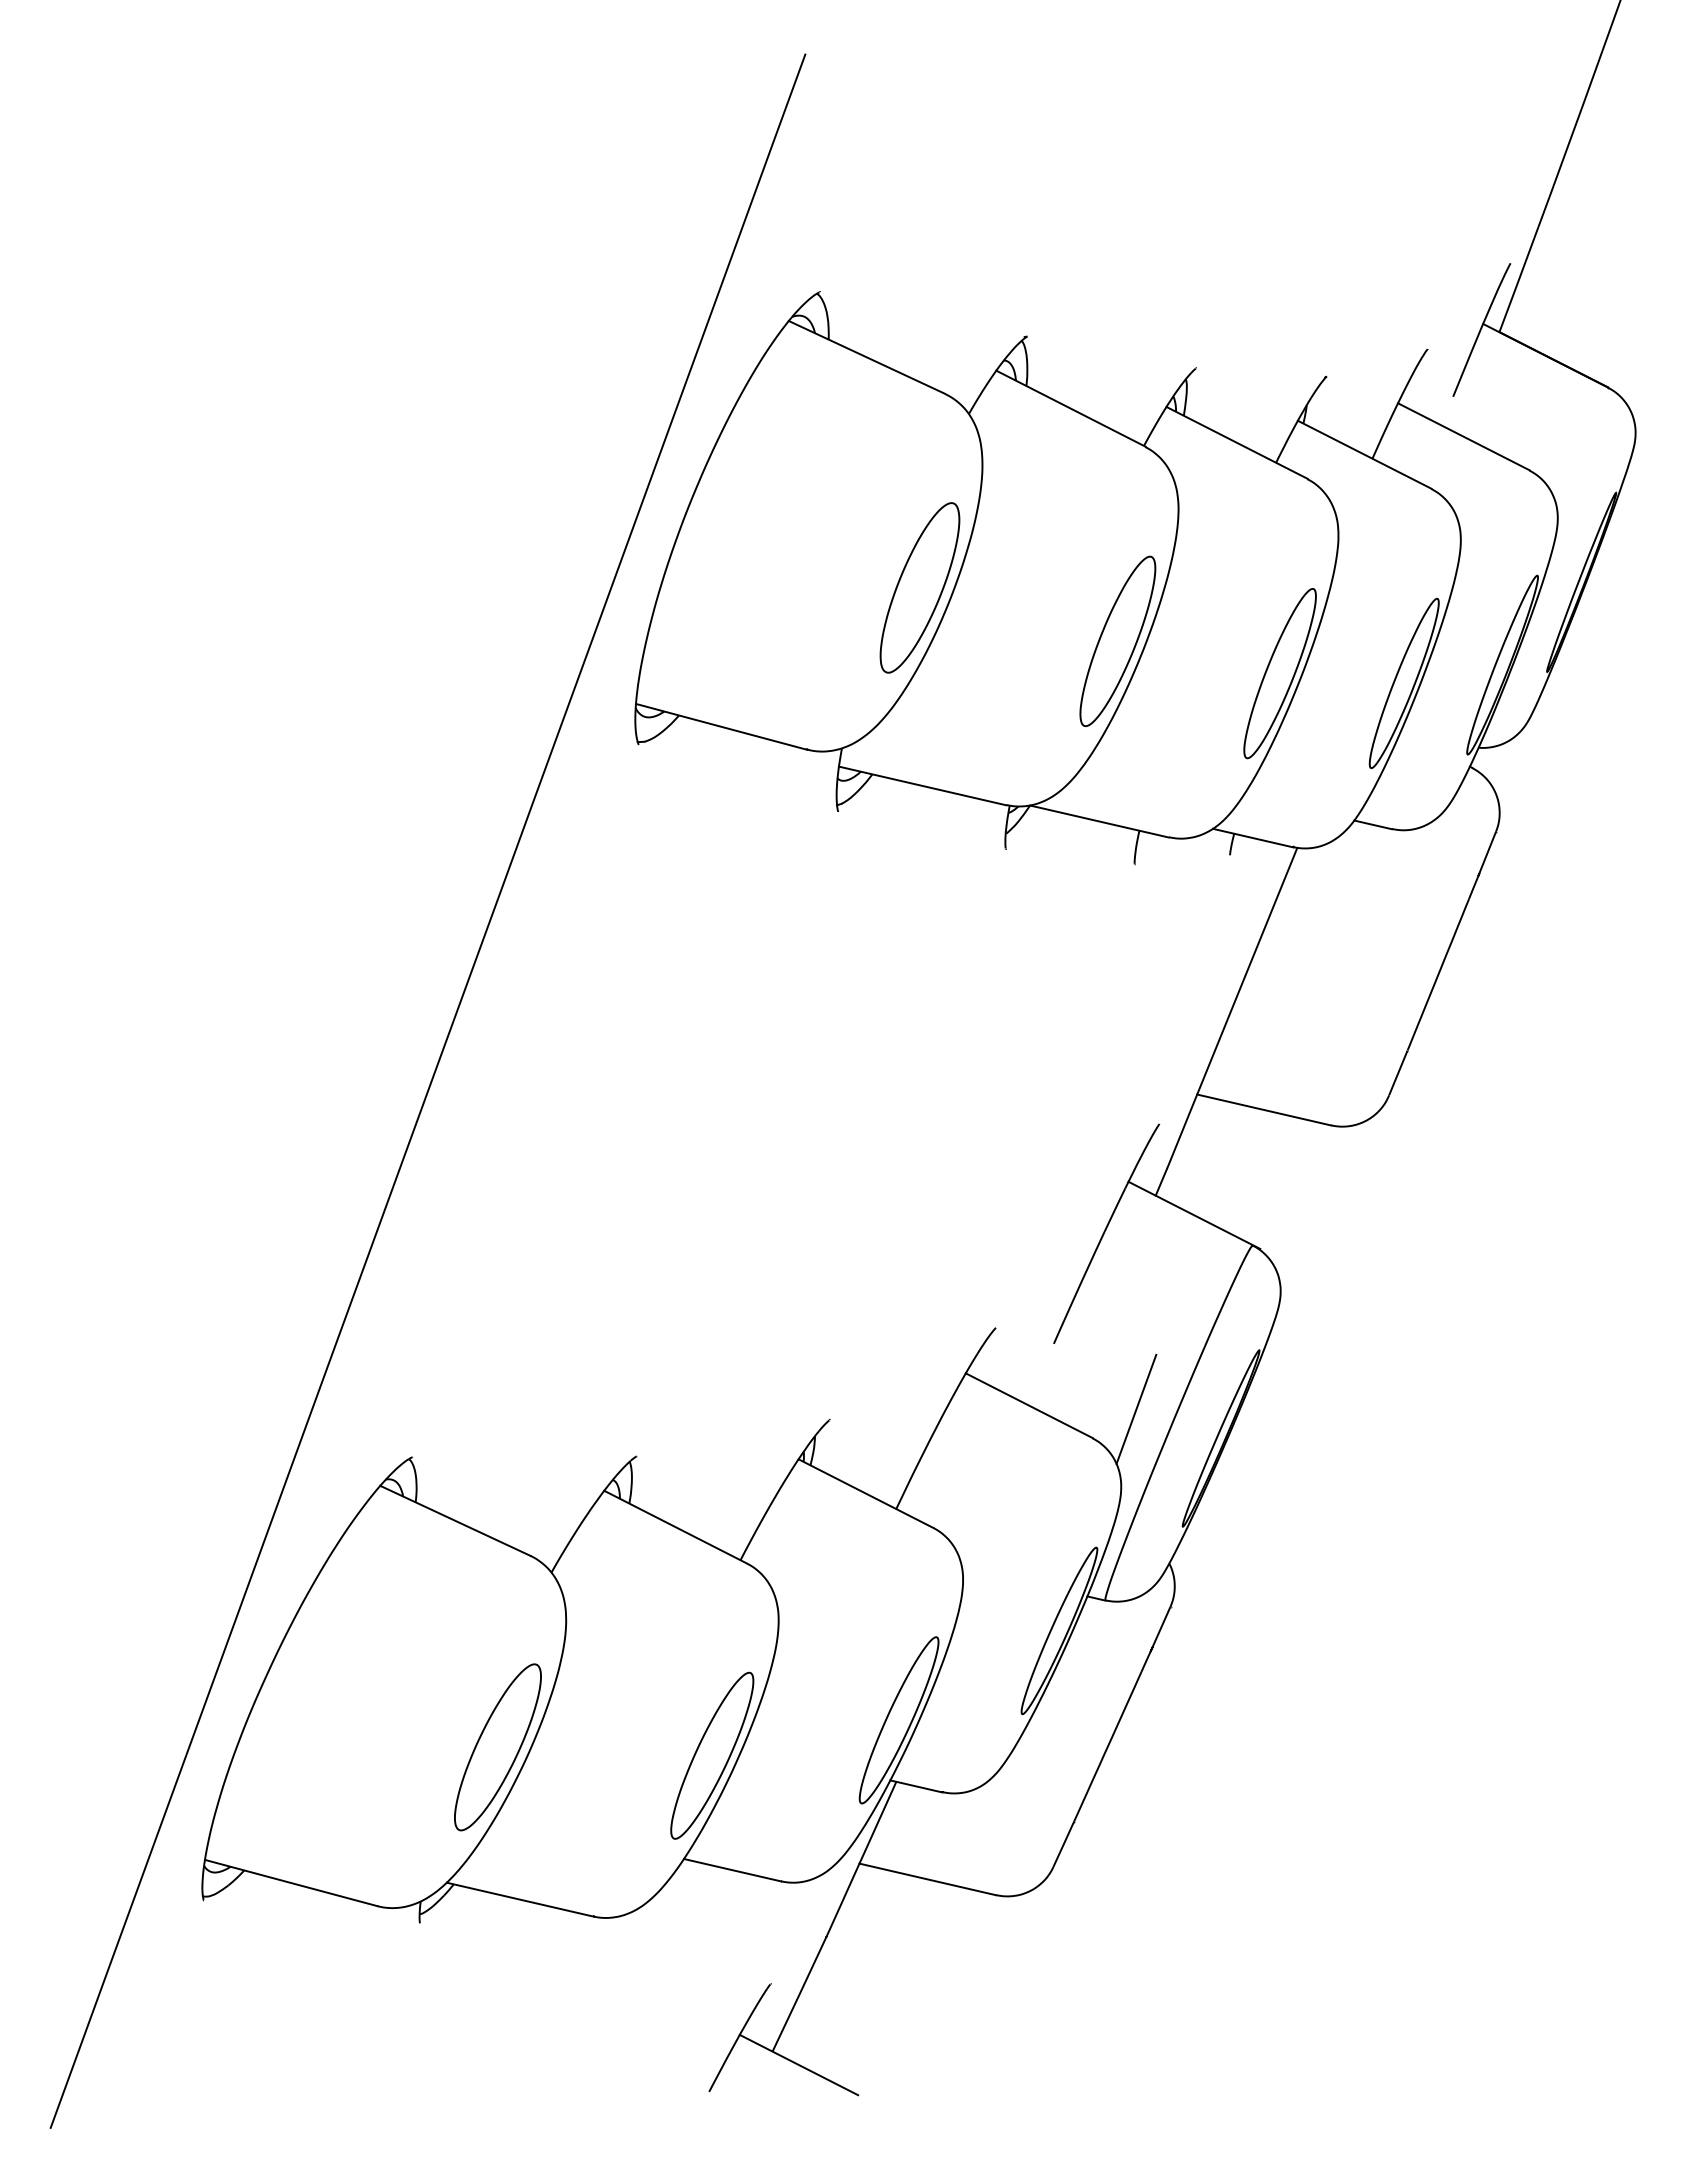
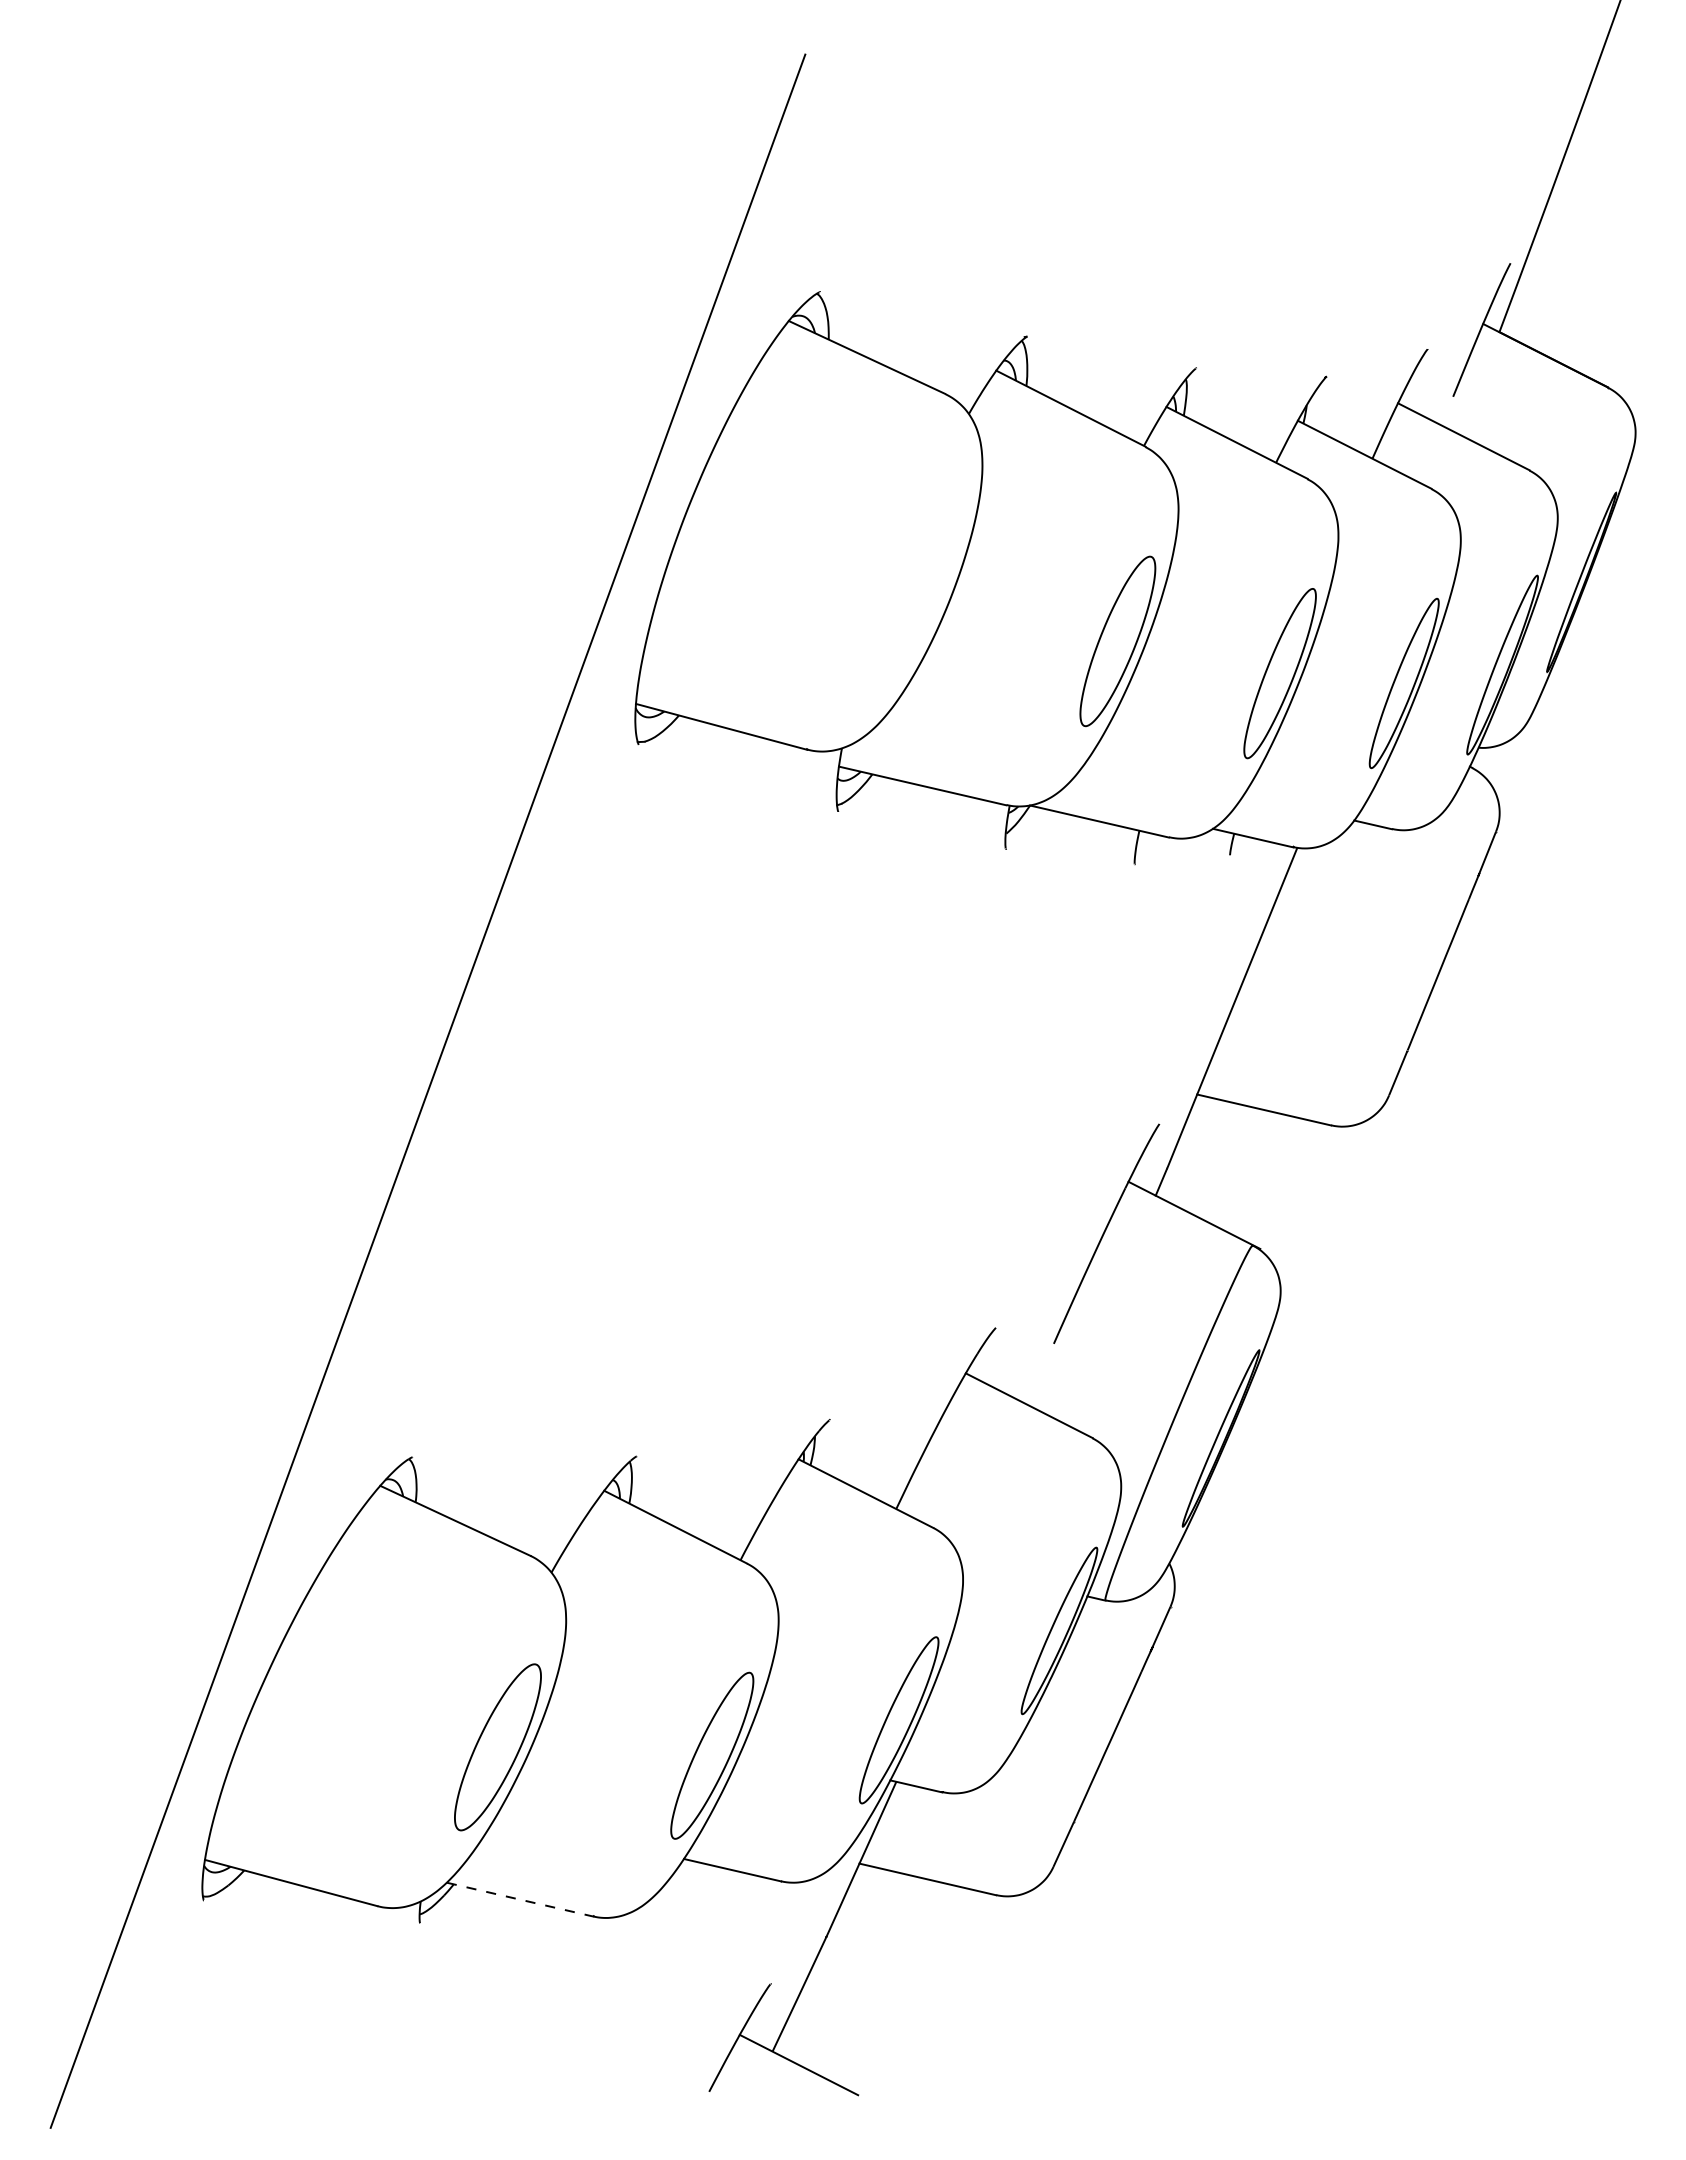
part at (919, 587): present -> none
line at (1136, 1408): present -> none
line at (520, 1899): solid -> dashed
